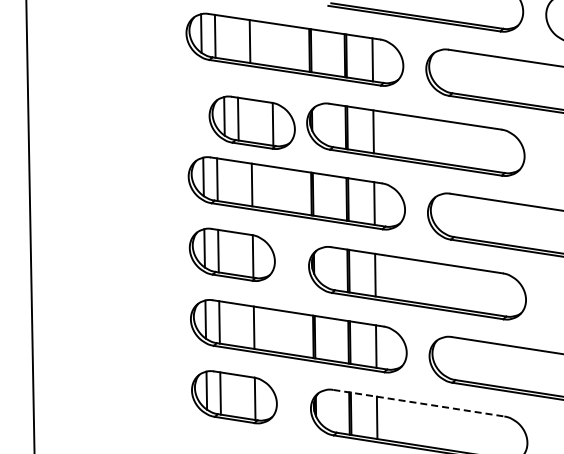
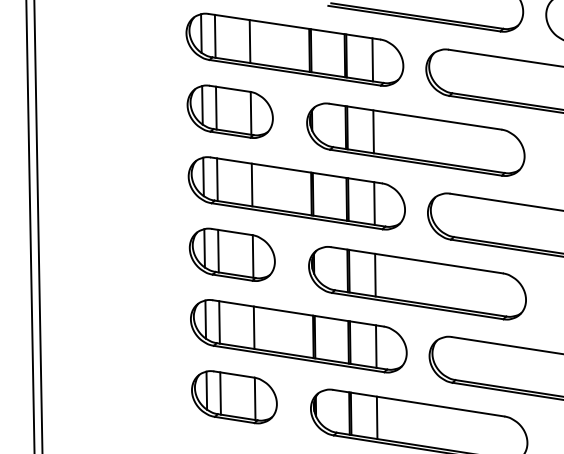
part at (251, 122) position: (251, 122) -> (229, 111)
line at (38, 226): none -> present
line at (418, 403): dashed -> solid
